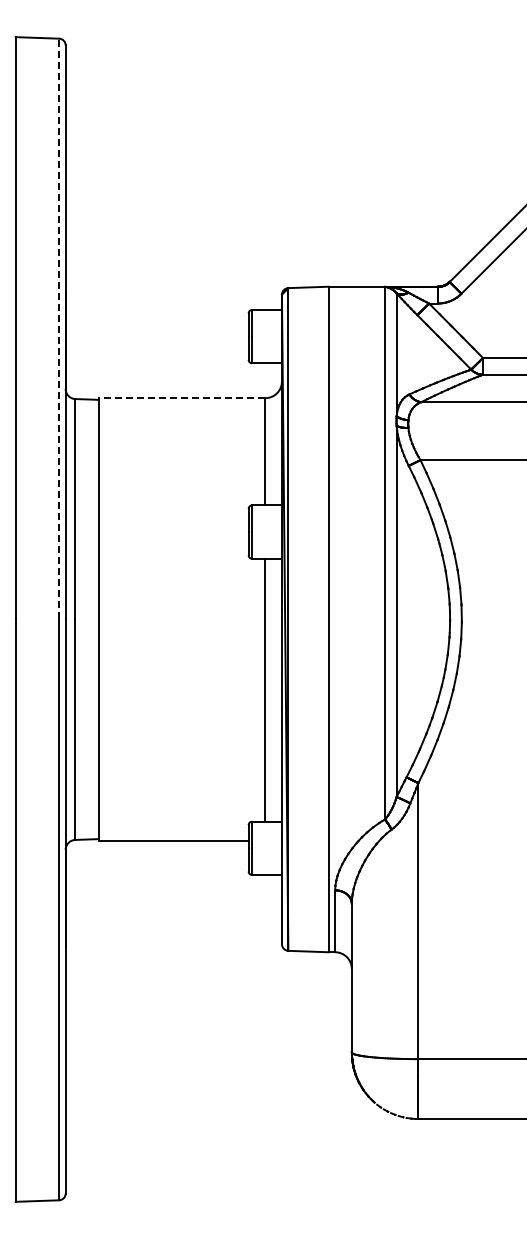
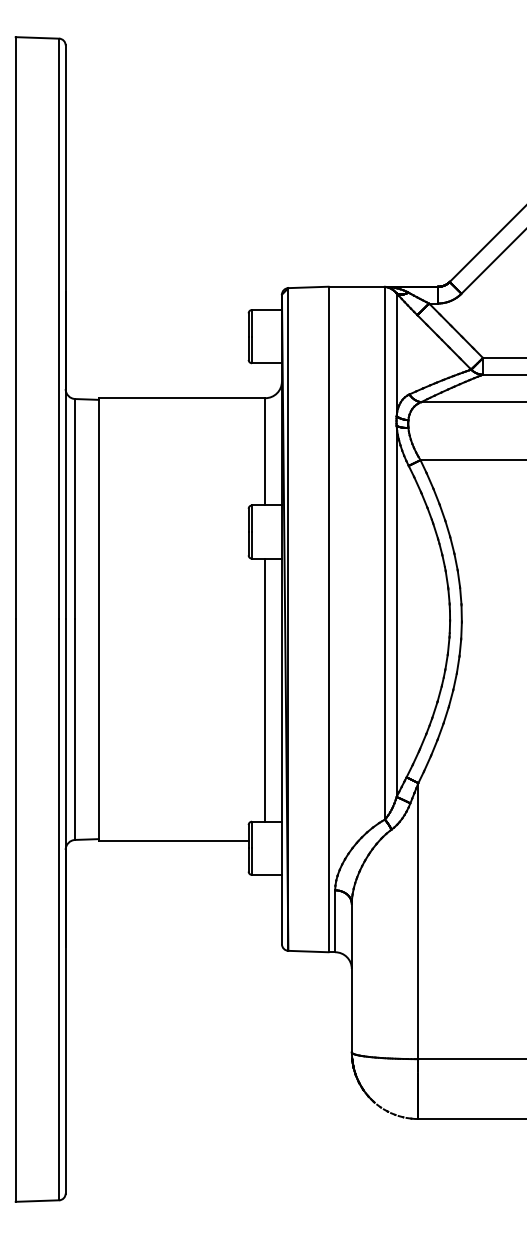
line at (59, 328): dashed -> solid
line at (181, 398): dashed -> solid
